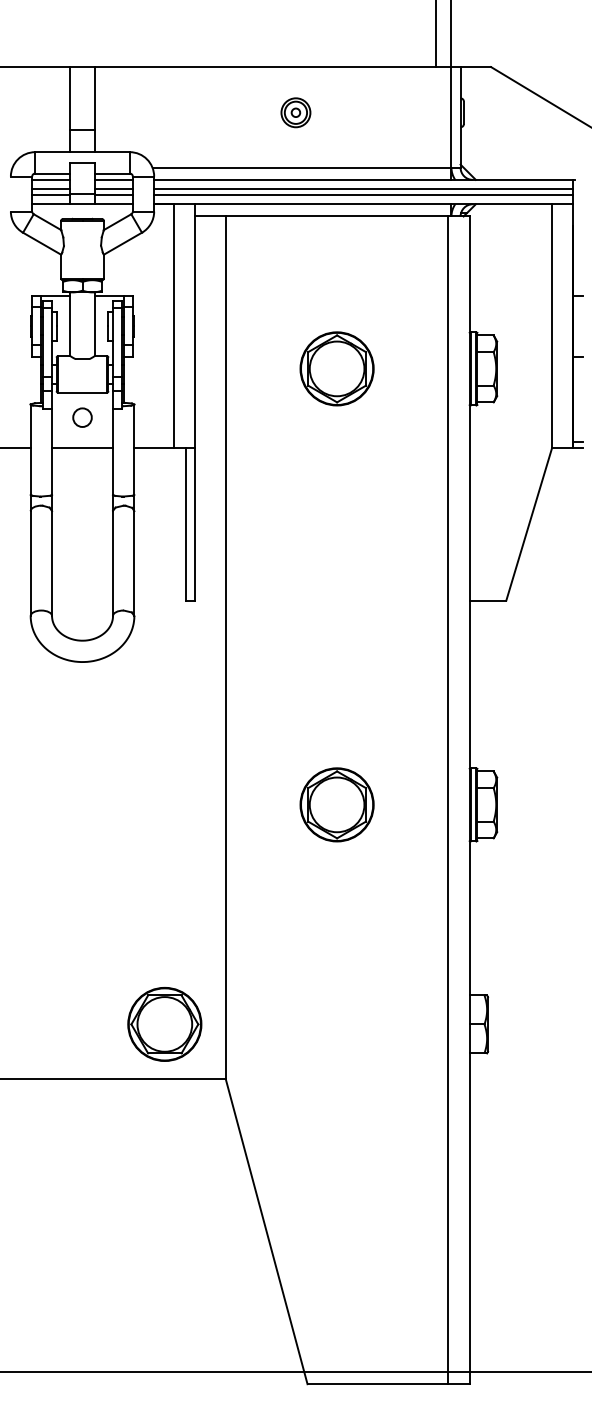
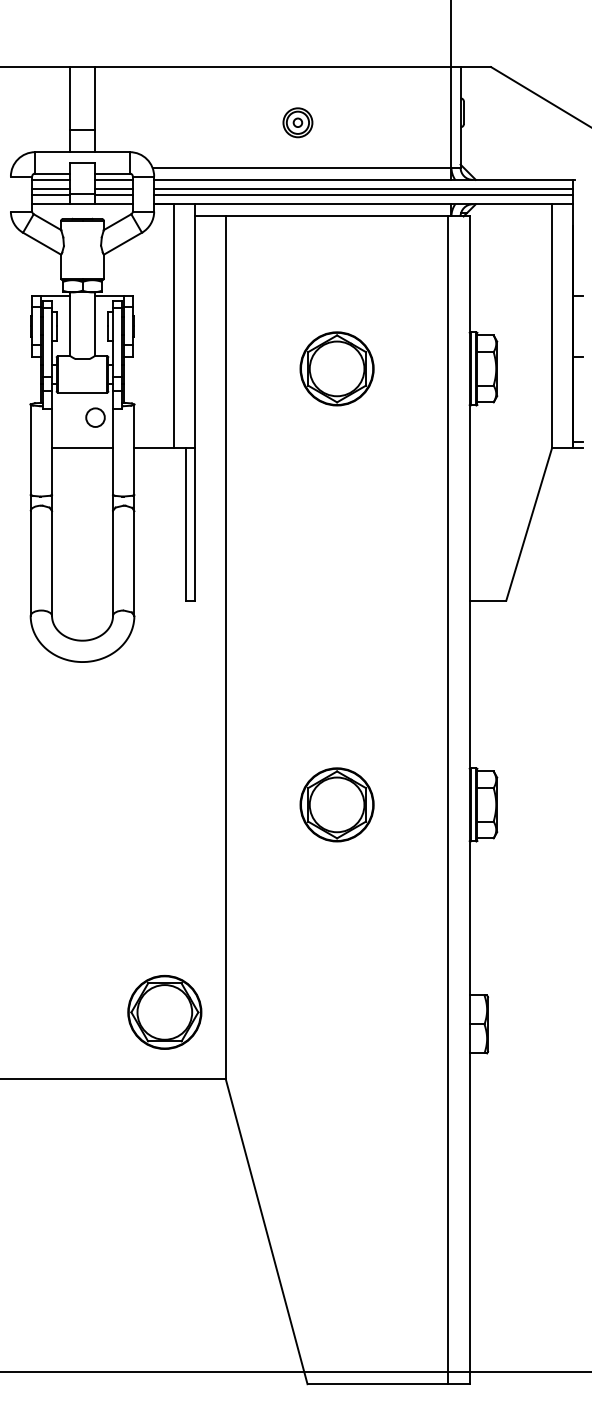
line at (436, 34): present -> none
part at (295, 112) position: (295, 112) -> (297, 122)
circle at (82, 417) position: (82, 417) -> (95, 417)
line at (16, 448): present -> none
part at (164, 1024) position: (164, 1024) -> (164, 1012)
